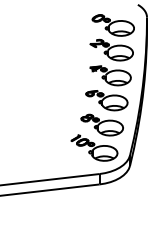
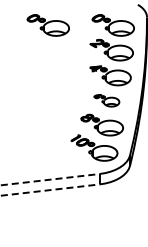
part at (47, 25): none -> present
part at (106, 100) size: 44x22 px -> 28x14 px
line at (50, 179): solid -> dashed
line at (50, 190): solid -> dashed
